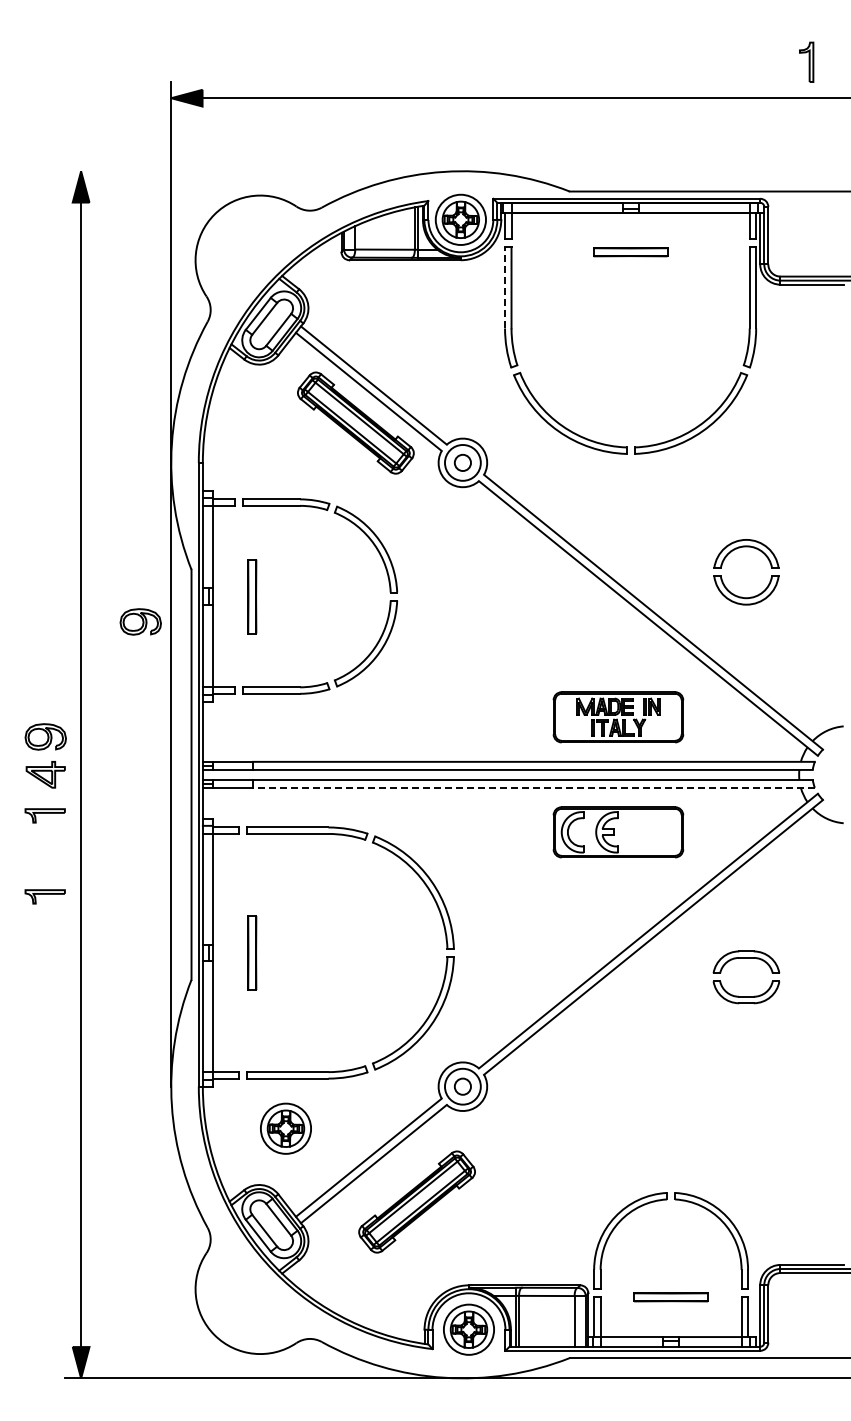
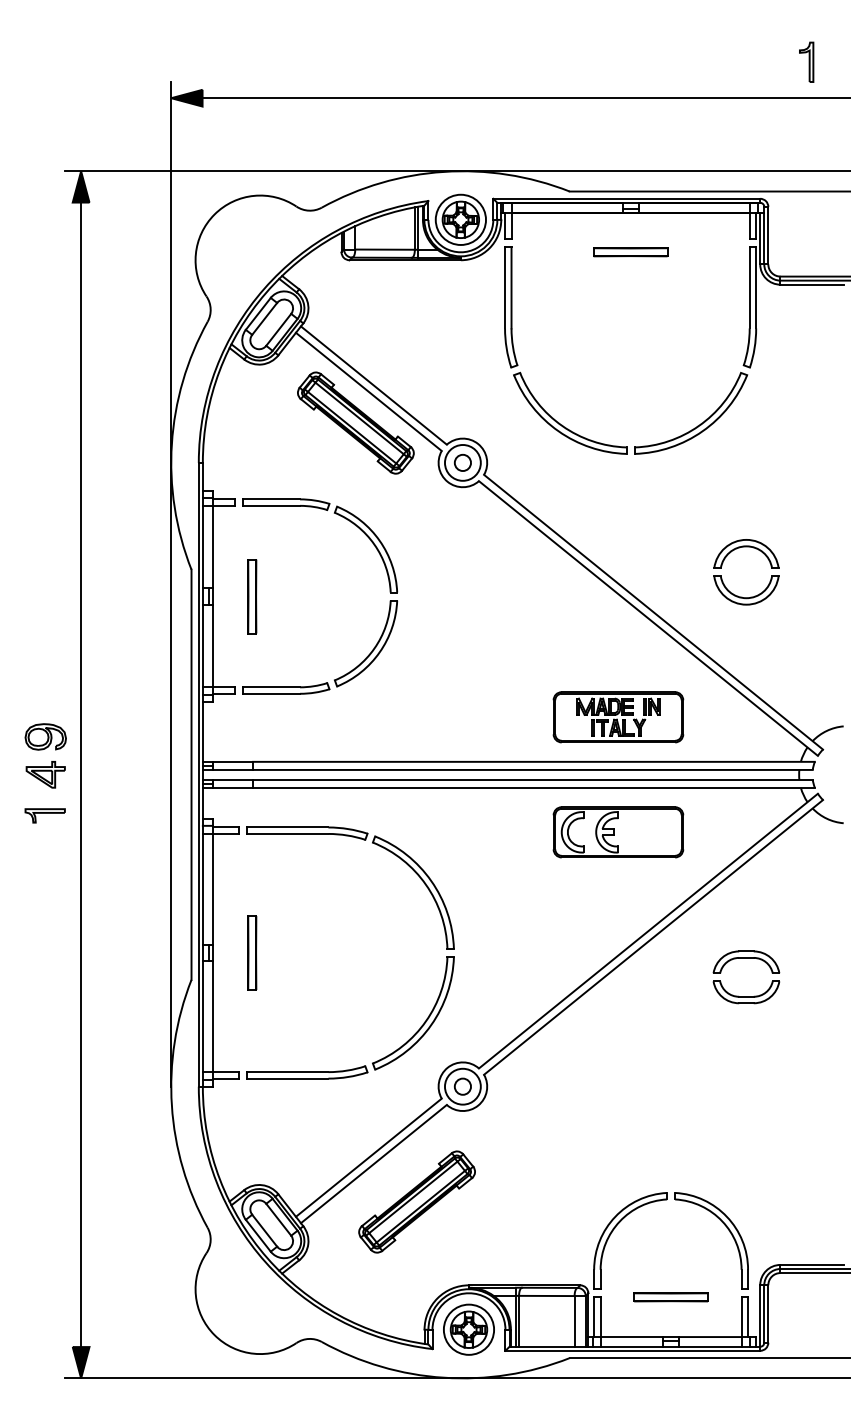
line at (455, 171): none -> present
line at (505, 287): dashed -> solid
part at (140, 621): present -> none
line at (533, 787): dashed -> solid
part at (44, 896): present -> none
part at (285, 1128): present -> none
